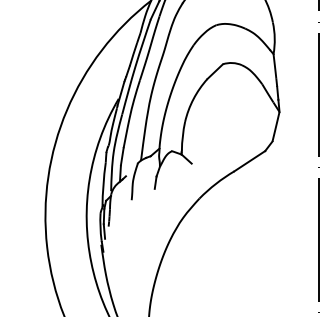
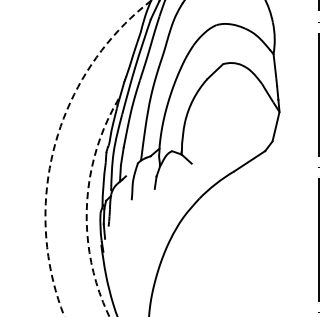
arc at (55, 143): solid -> dashed
arc at (86, 207): solid -> dashed
